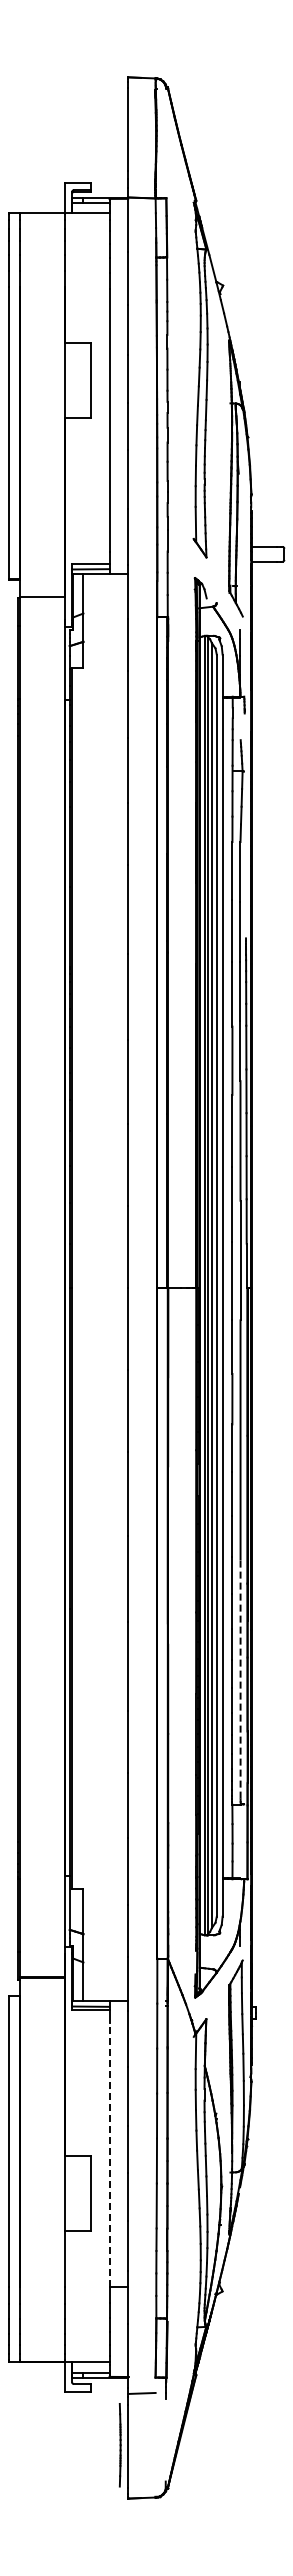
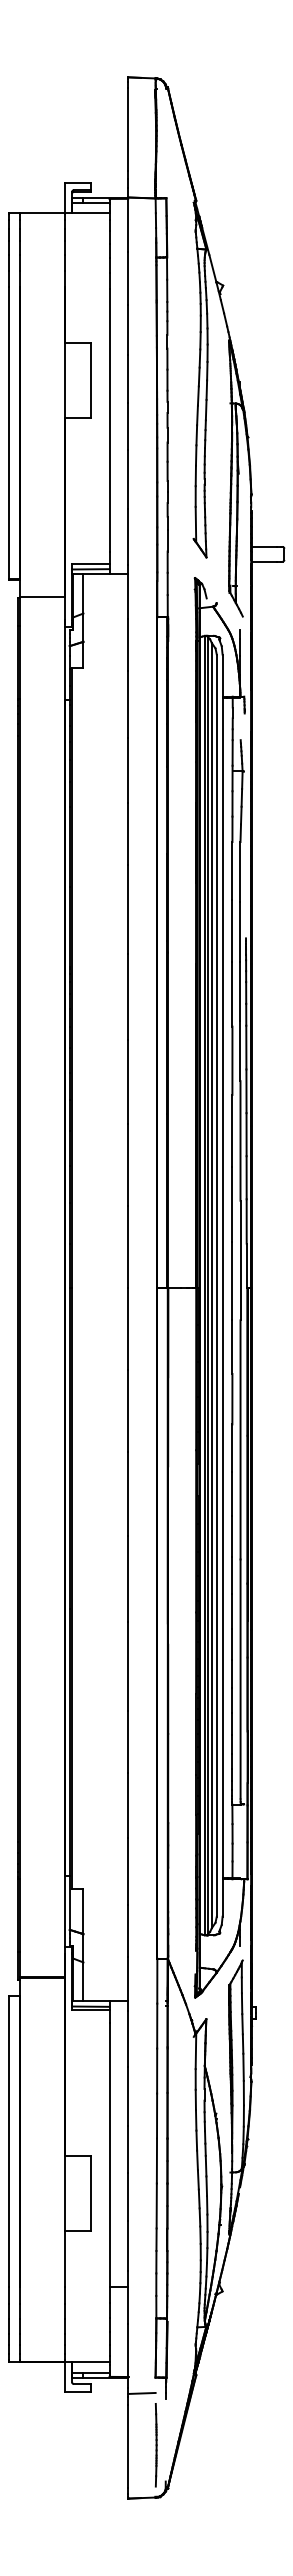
line at (240, 1679): dashed -> solid
line at (109, 2155): dashed -> solid
line at (119, 2445) position: (119, 2445) -> (155, 2445)
